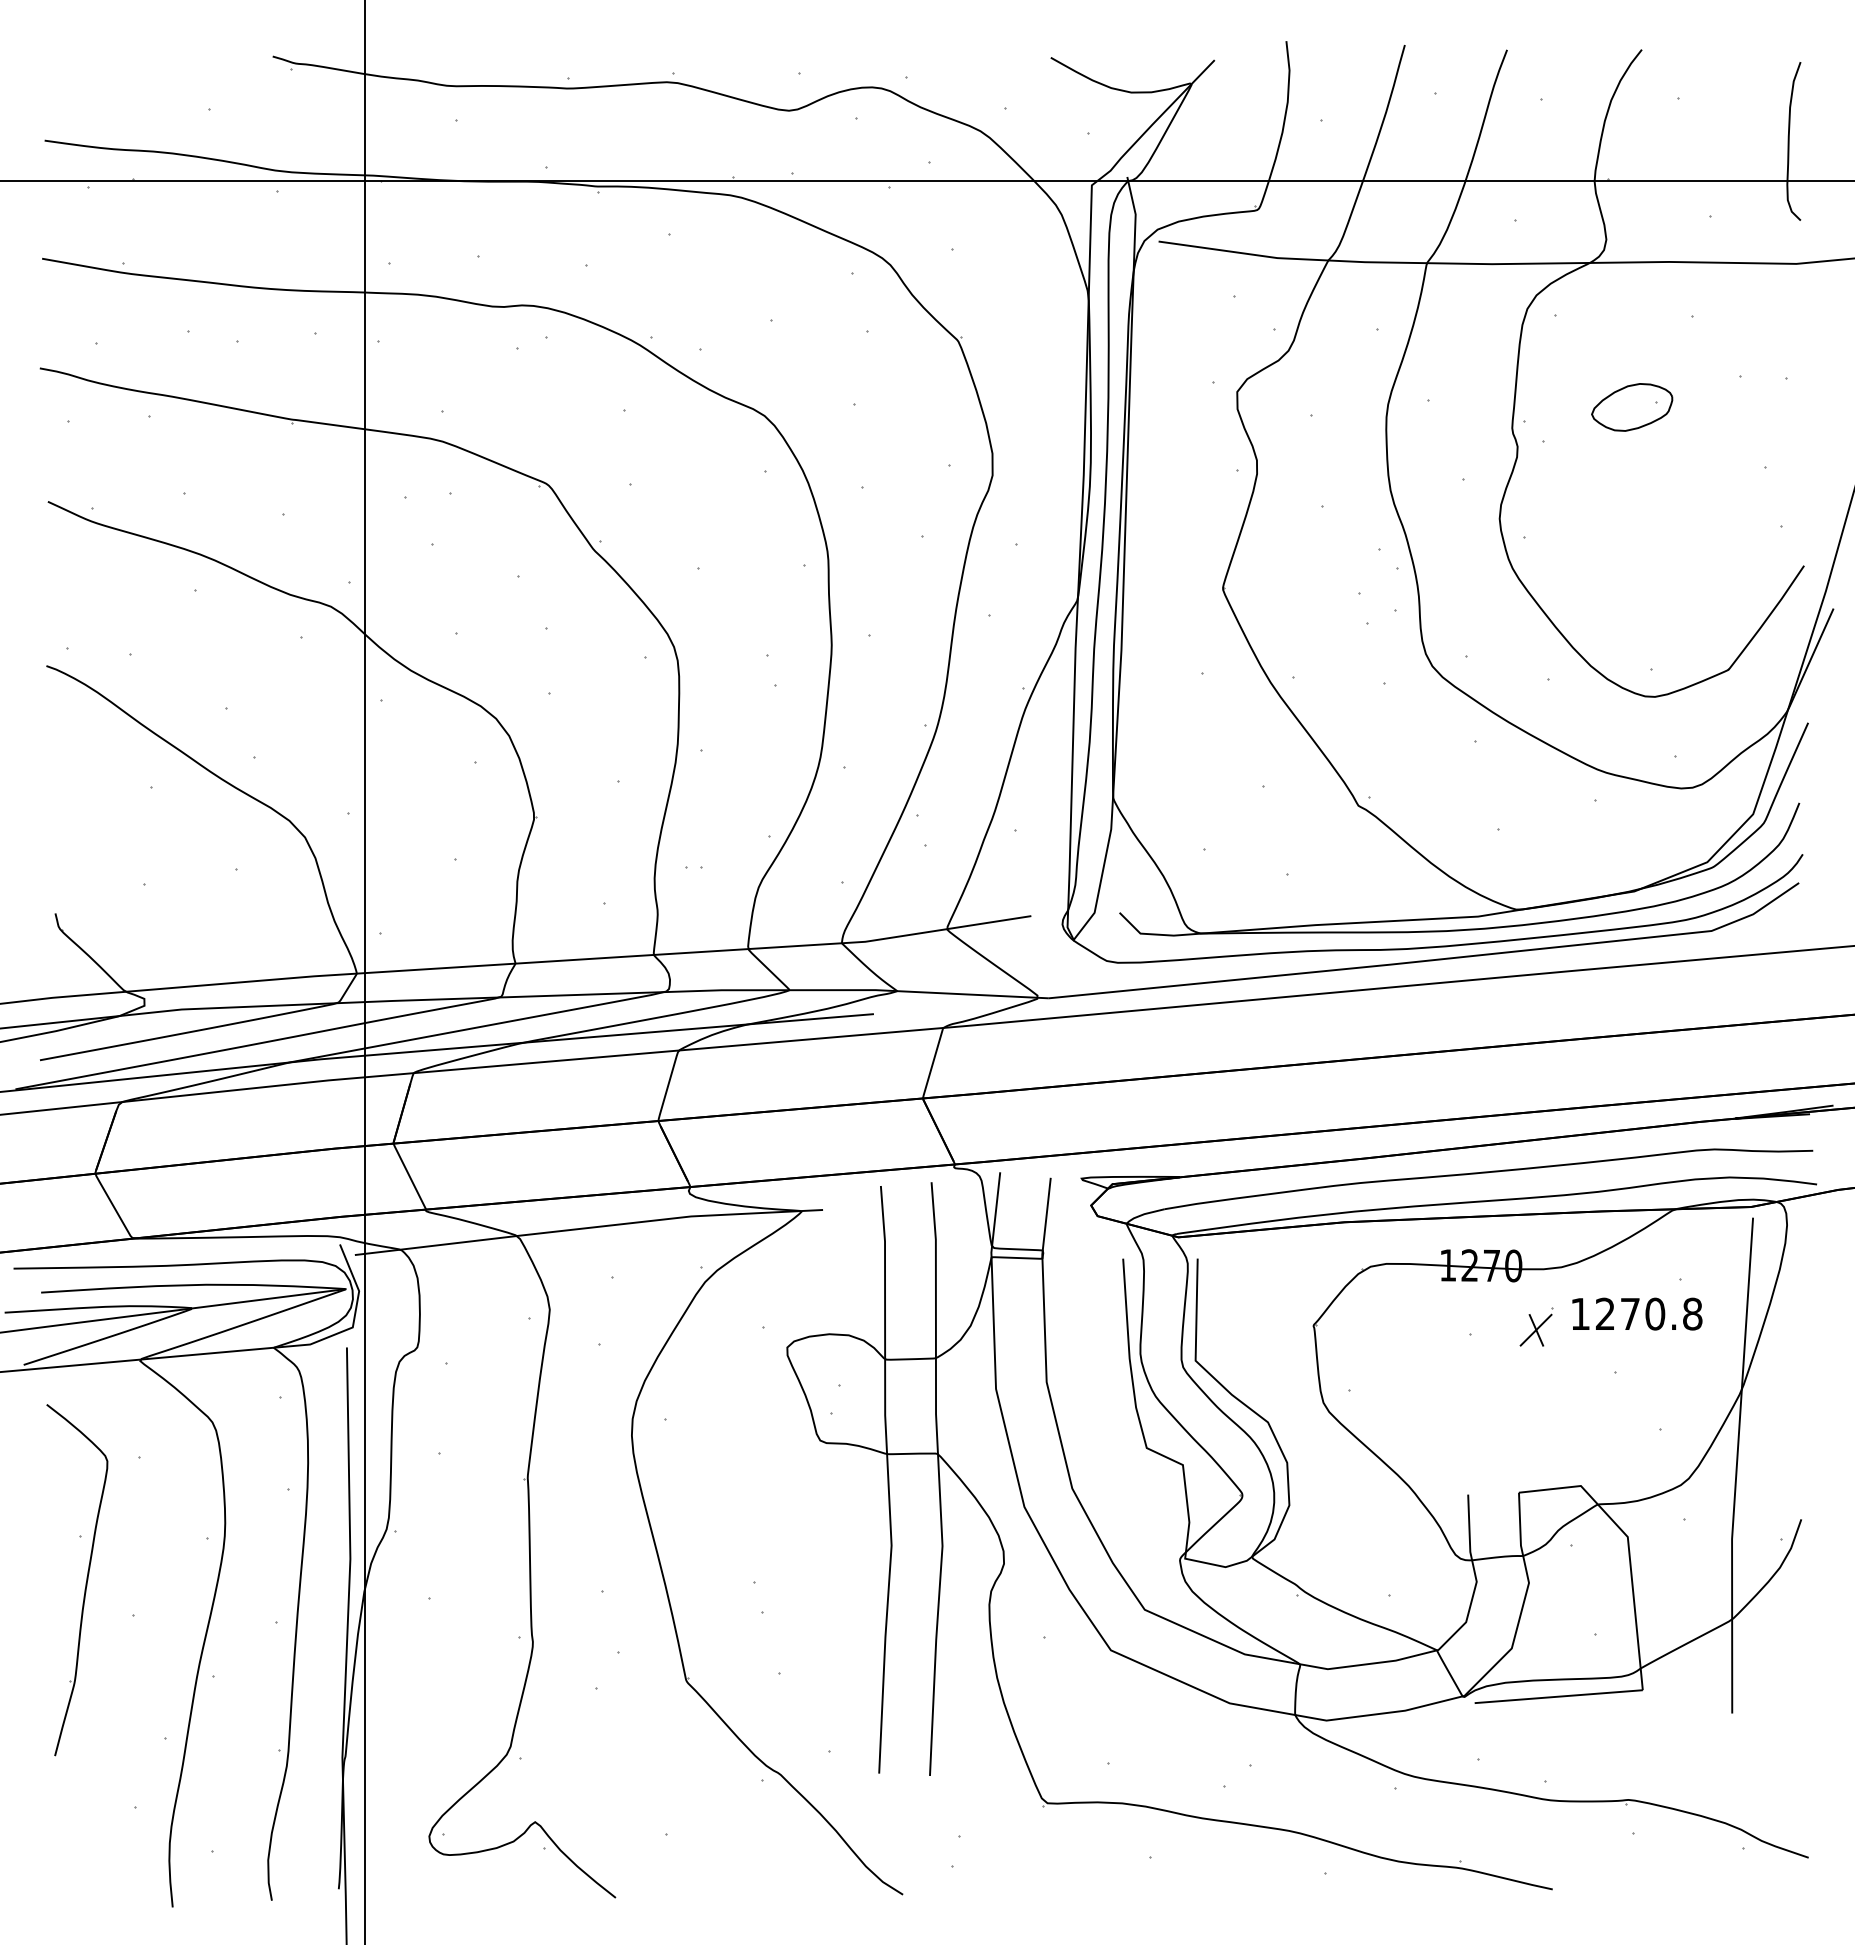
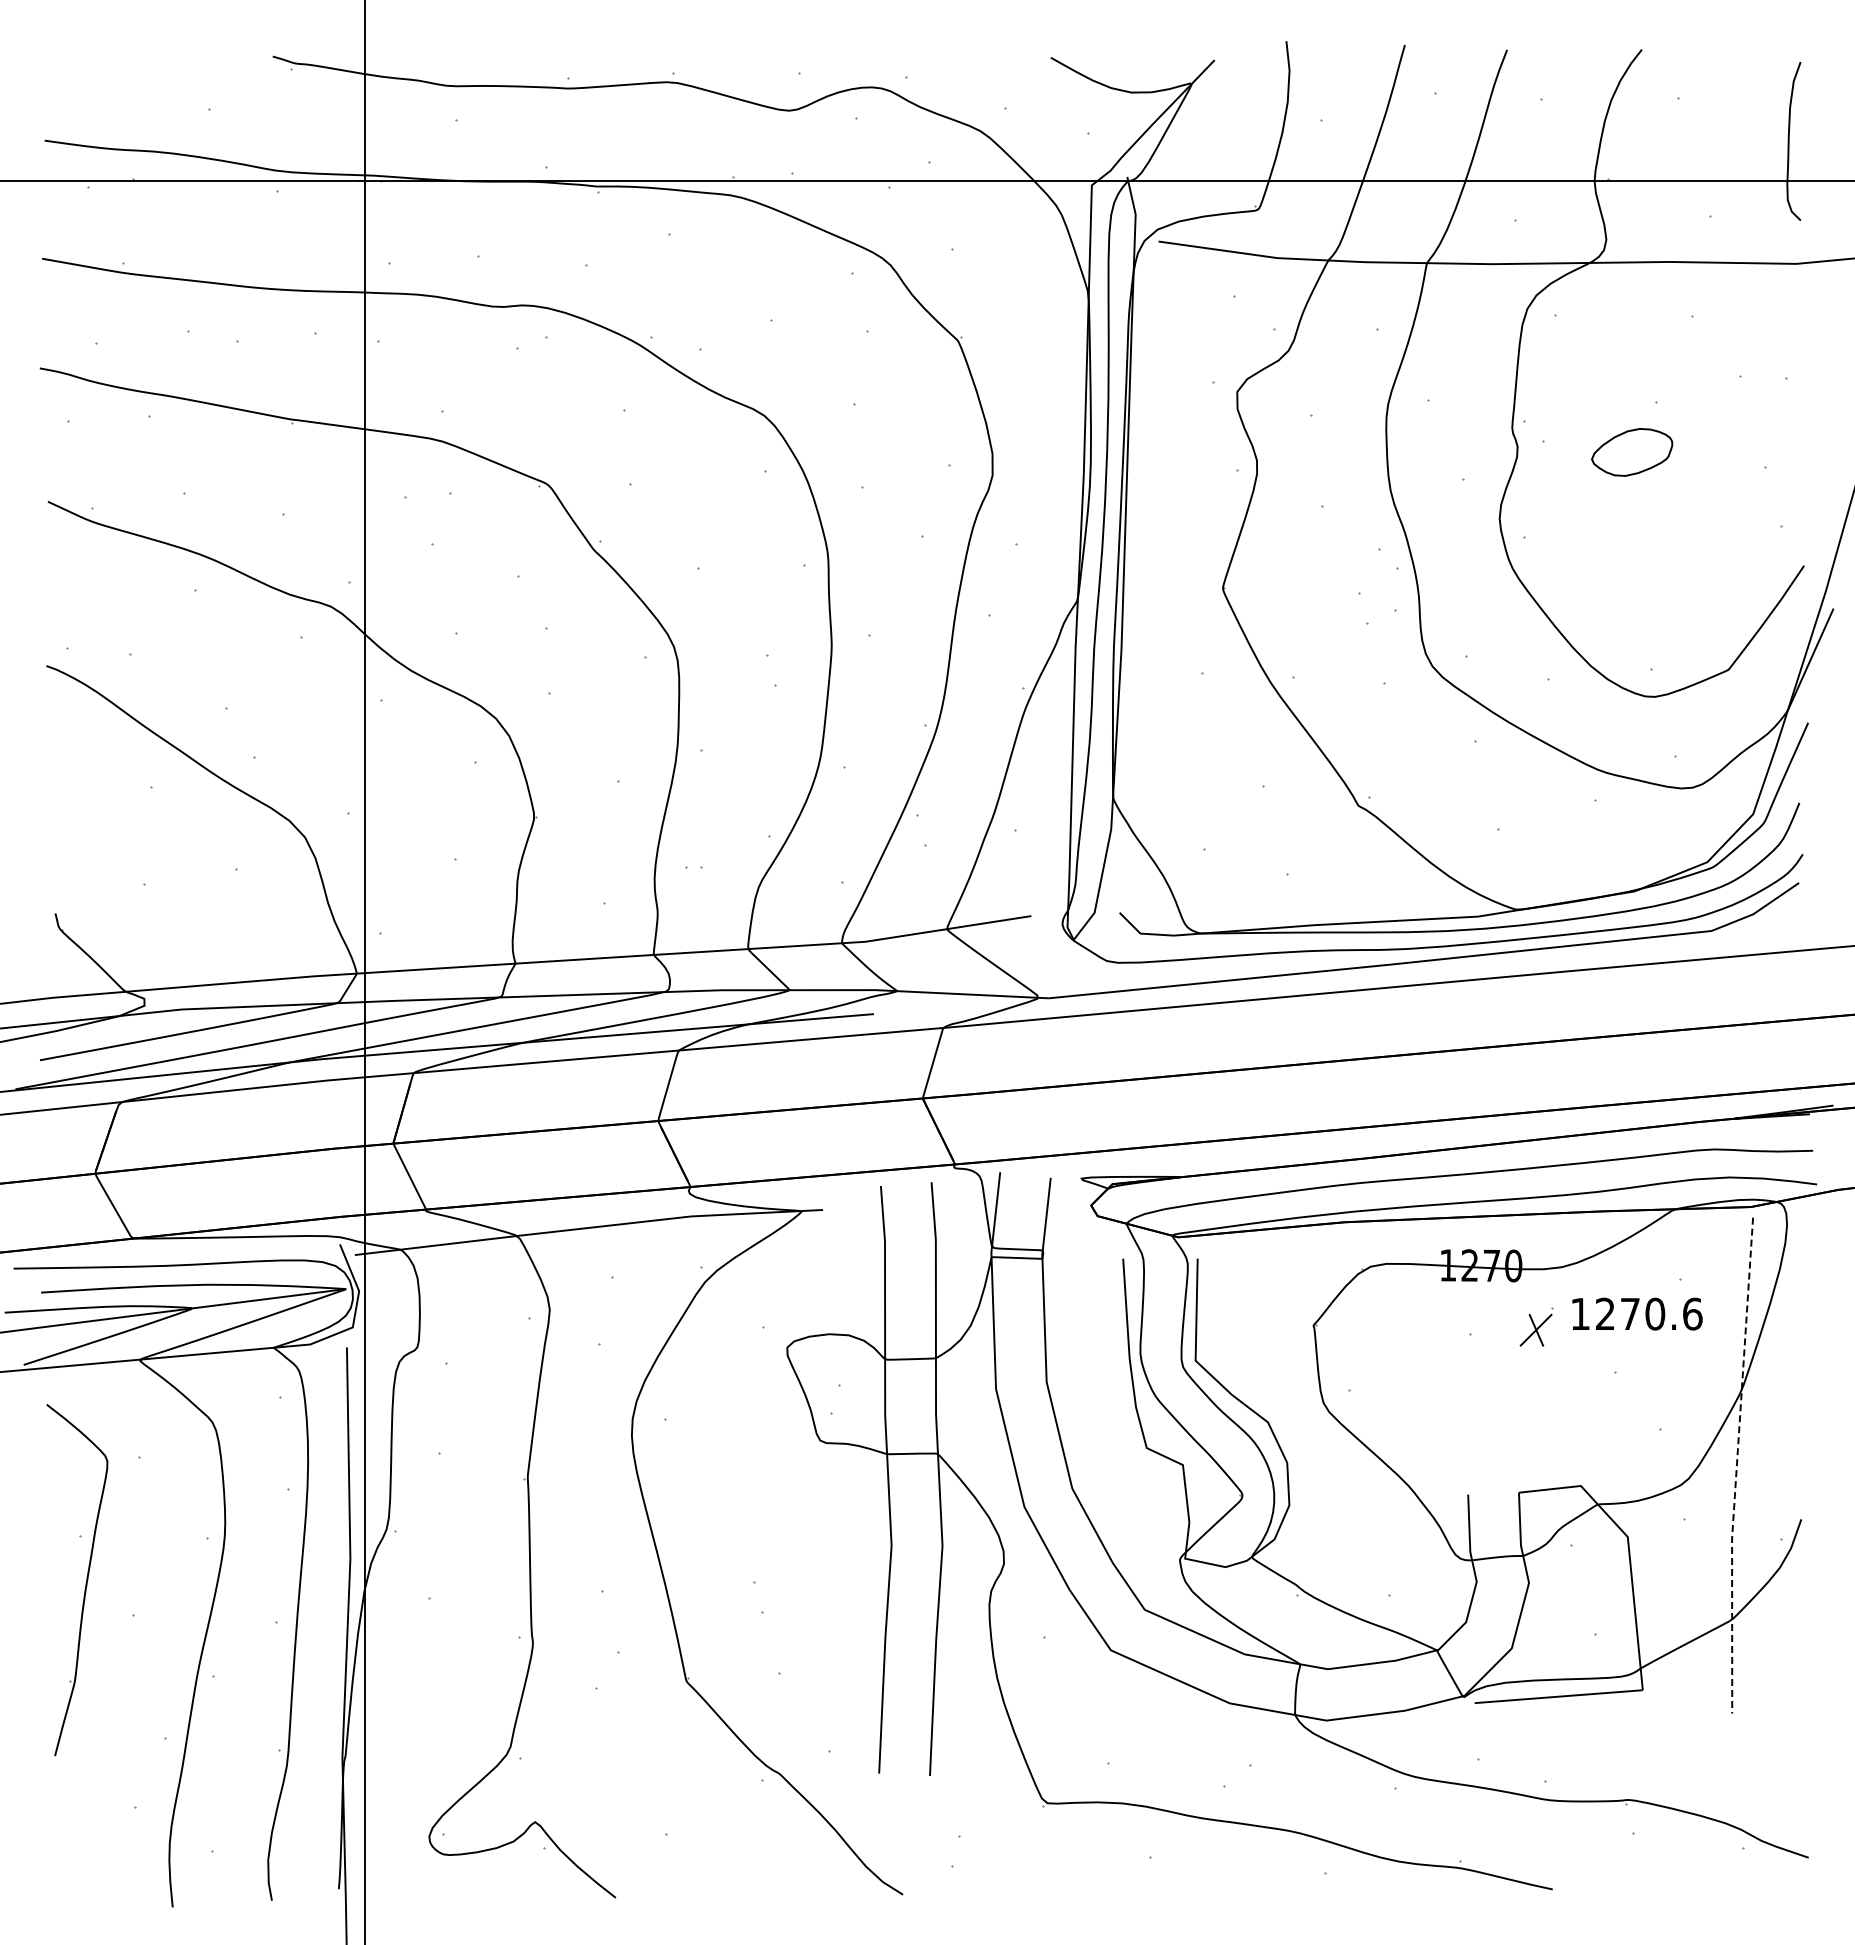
part at (1632, 407) position: (1632, 407) -> (1632, 452)
text at (1692, 1313): 1270.8 -> 1270.6
line at (1736, 1466): solid -> dashed
